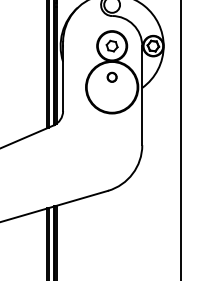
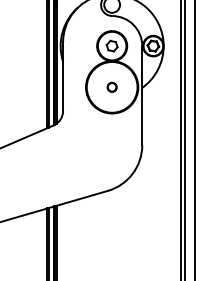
part at (111, 76) position: (111, 76) -> (111, 86)
line at (185, 139): none -> present
line at (194, 139): none -> present
